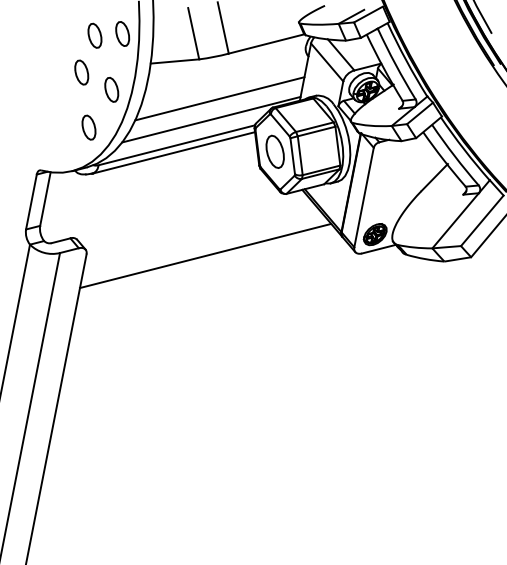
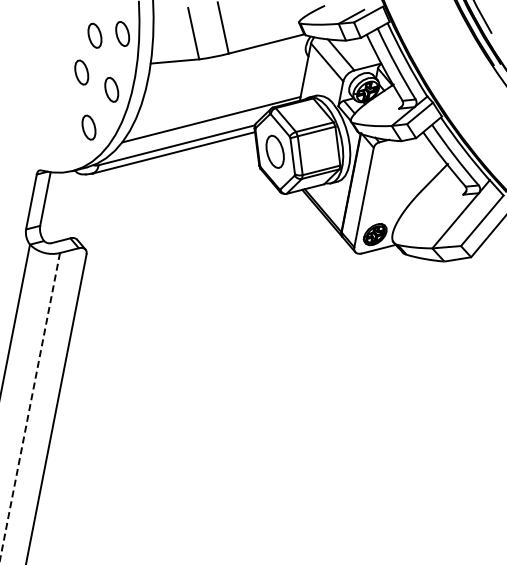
line at (219, 98): present -> none
line at (205, 255): present -> none
line at (29, 406): solid -> dashed
